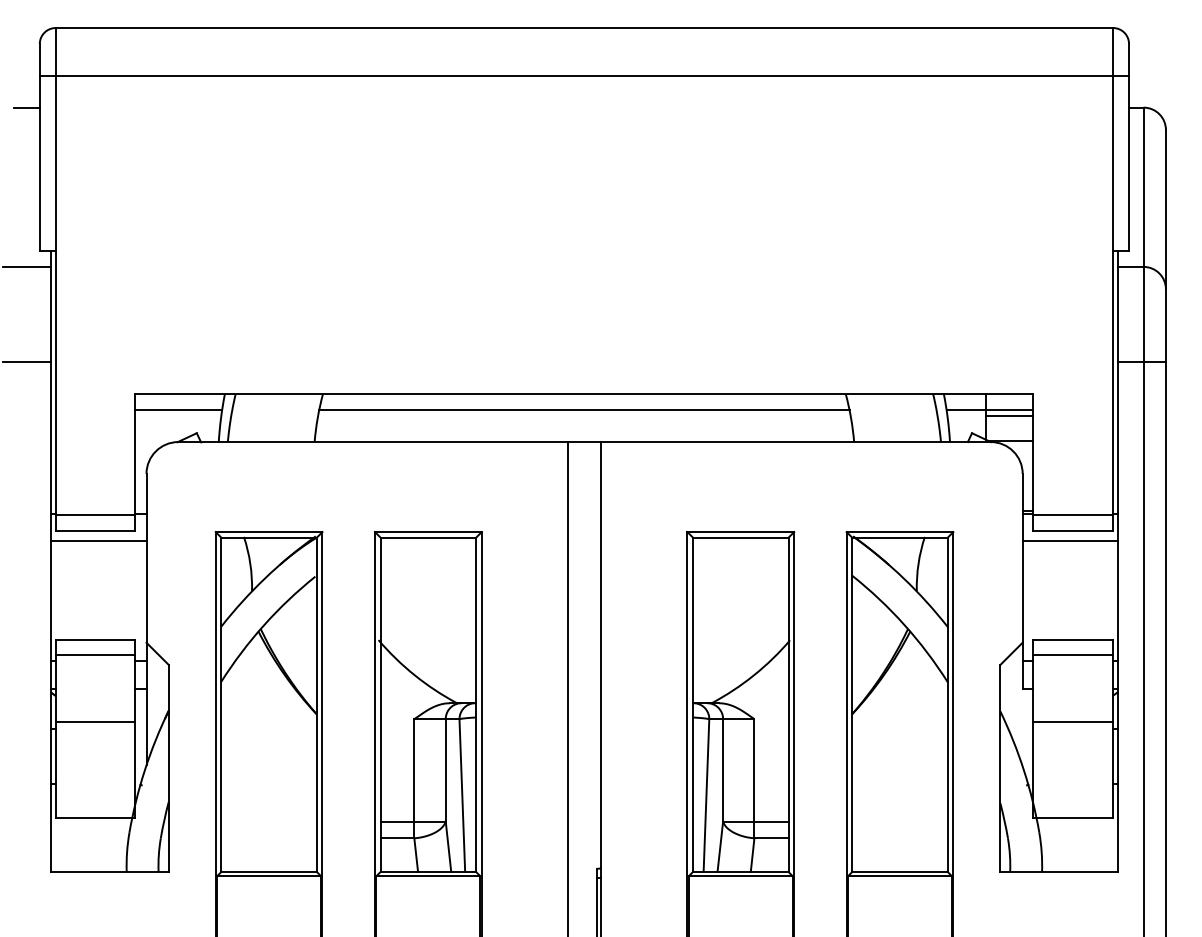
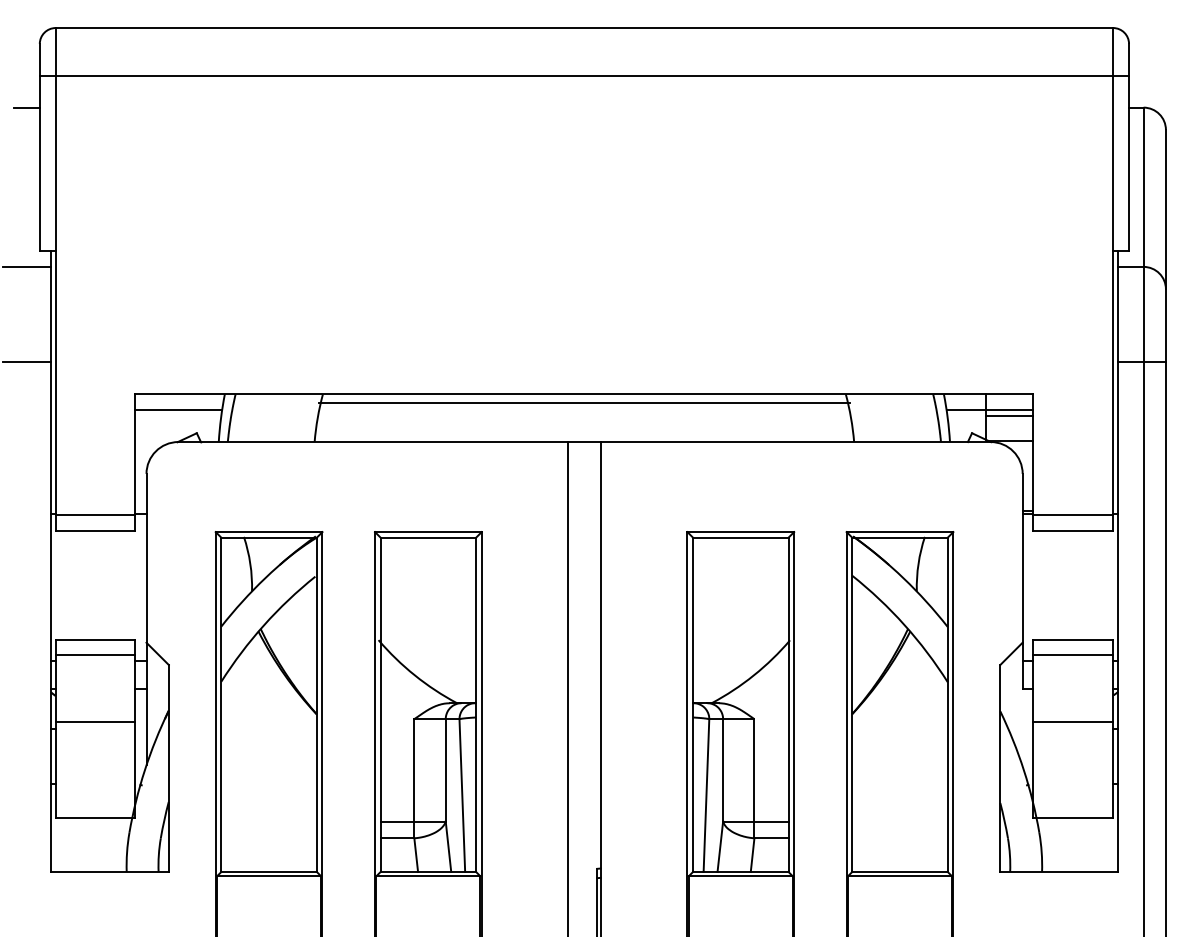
line at (584, 410) position: (584, 410) -> (584, 403)
line at (98, 541): present -> none
line at (1070, 541): present -> none
